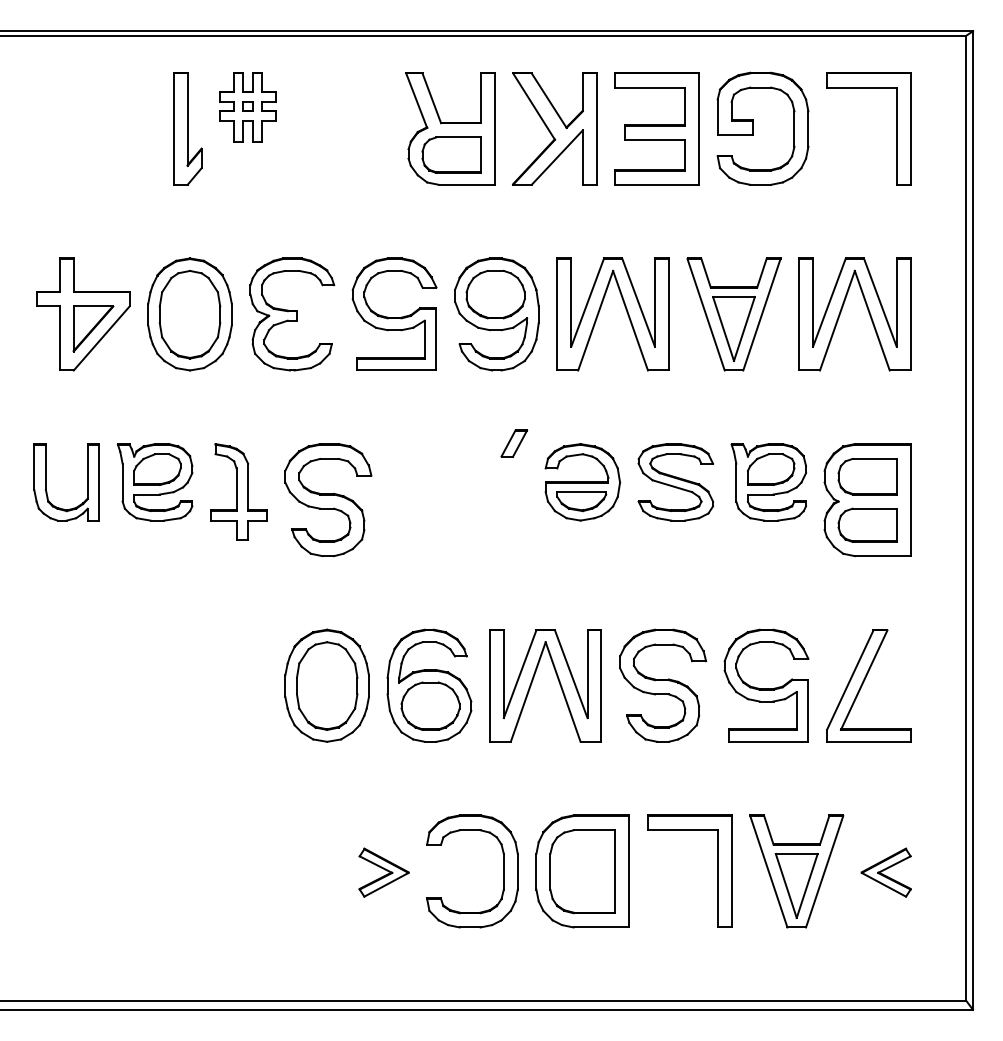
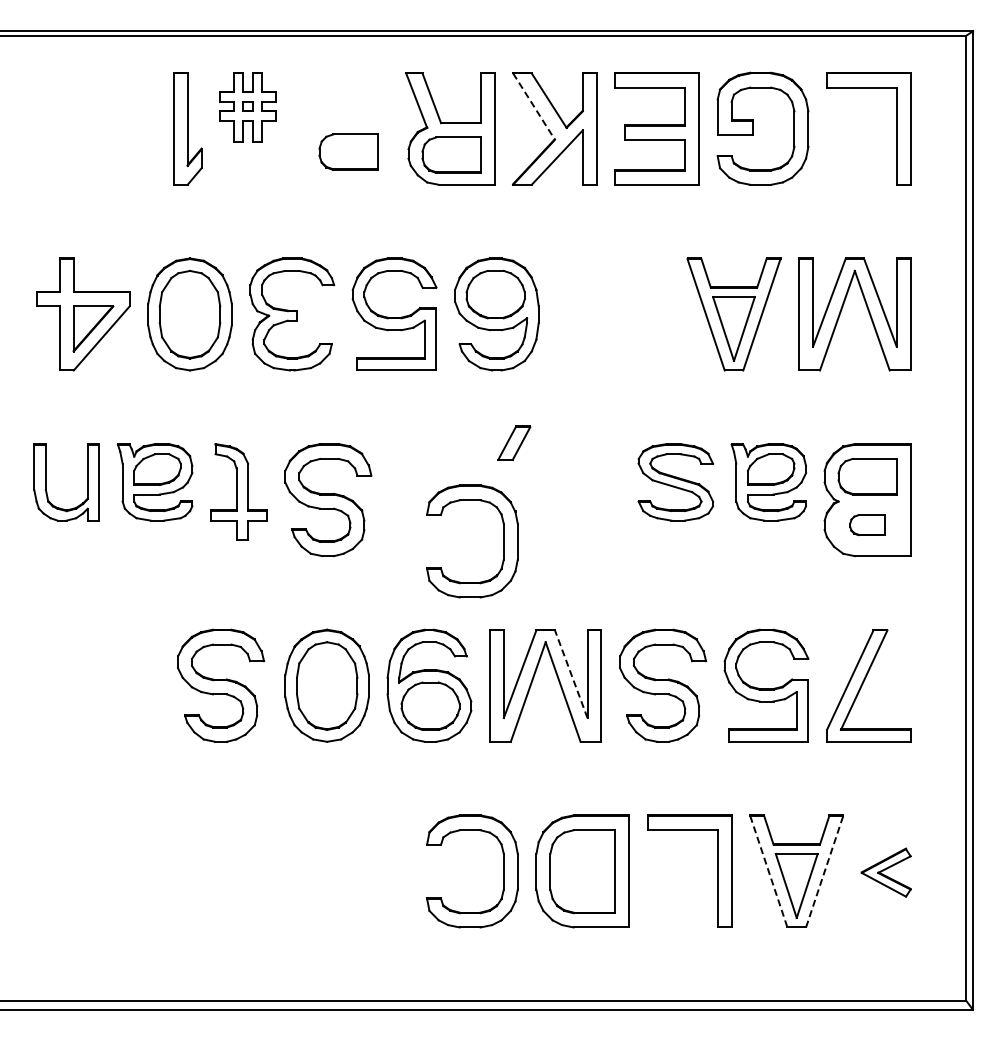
line at (534, 107): solid -> dashed
part at (348, 151): none -> present
part at (600, 310): present -> none
part at (514, 443) size: 29x29 px -> 35x36 px
part at (582, 482): present -> none
part at (867, 524) size: 61x36 px -> 37x23 px
part at (503, 541): none -> present
line at (571, 674): solid -> dashed
part at (221, 685): none -> present
line at (768, 871): solid -> dashed
line at (824, 871): solid -> dashed
part at (383, 872): present -> none
